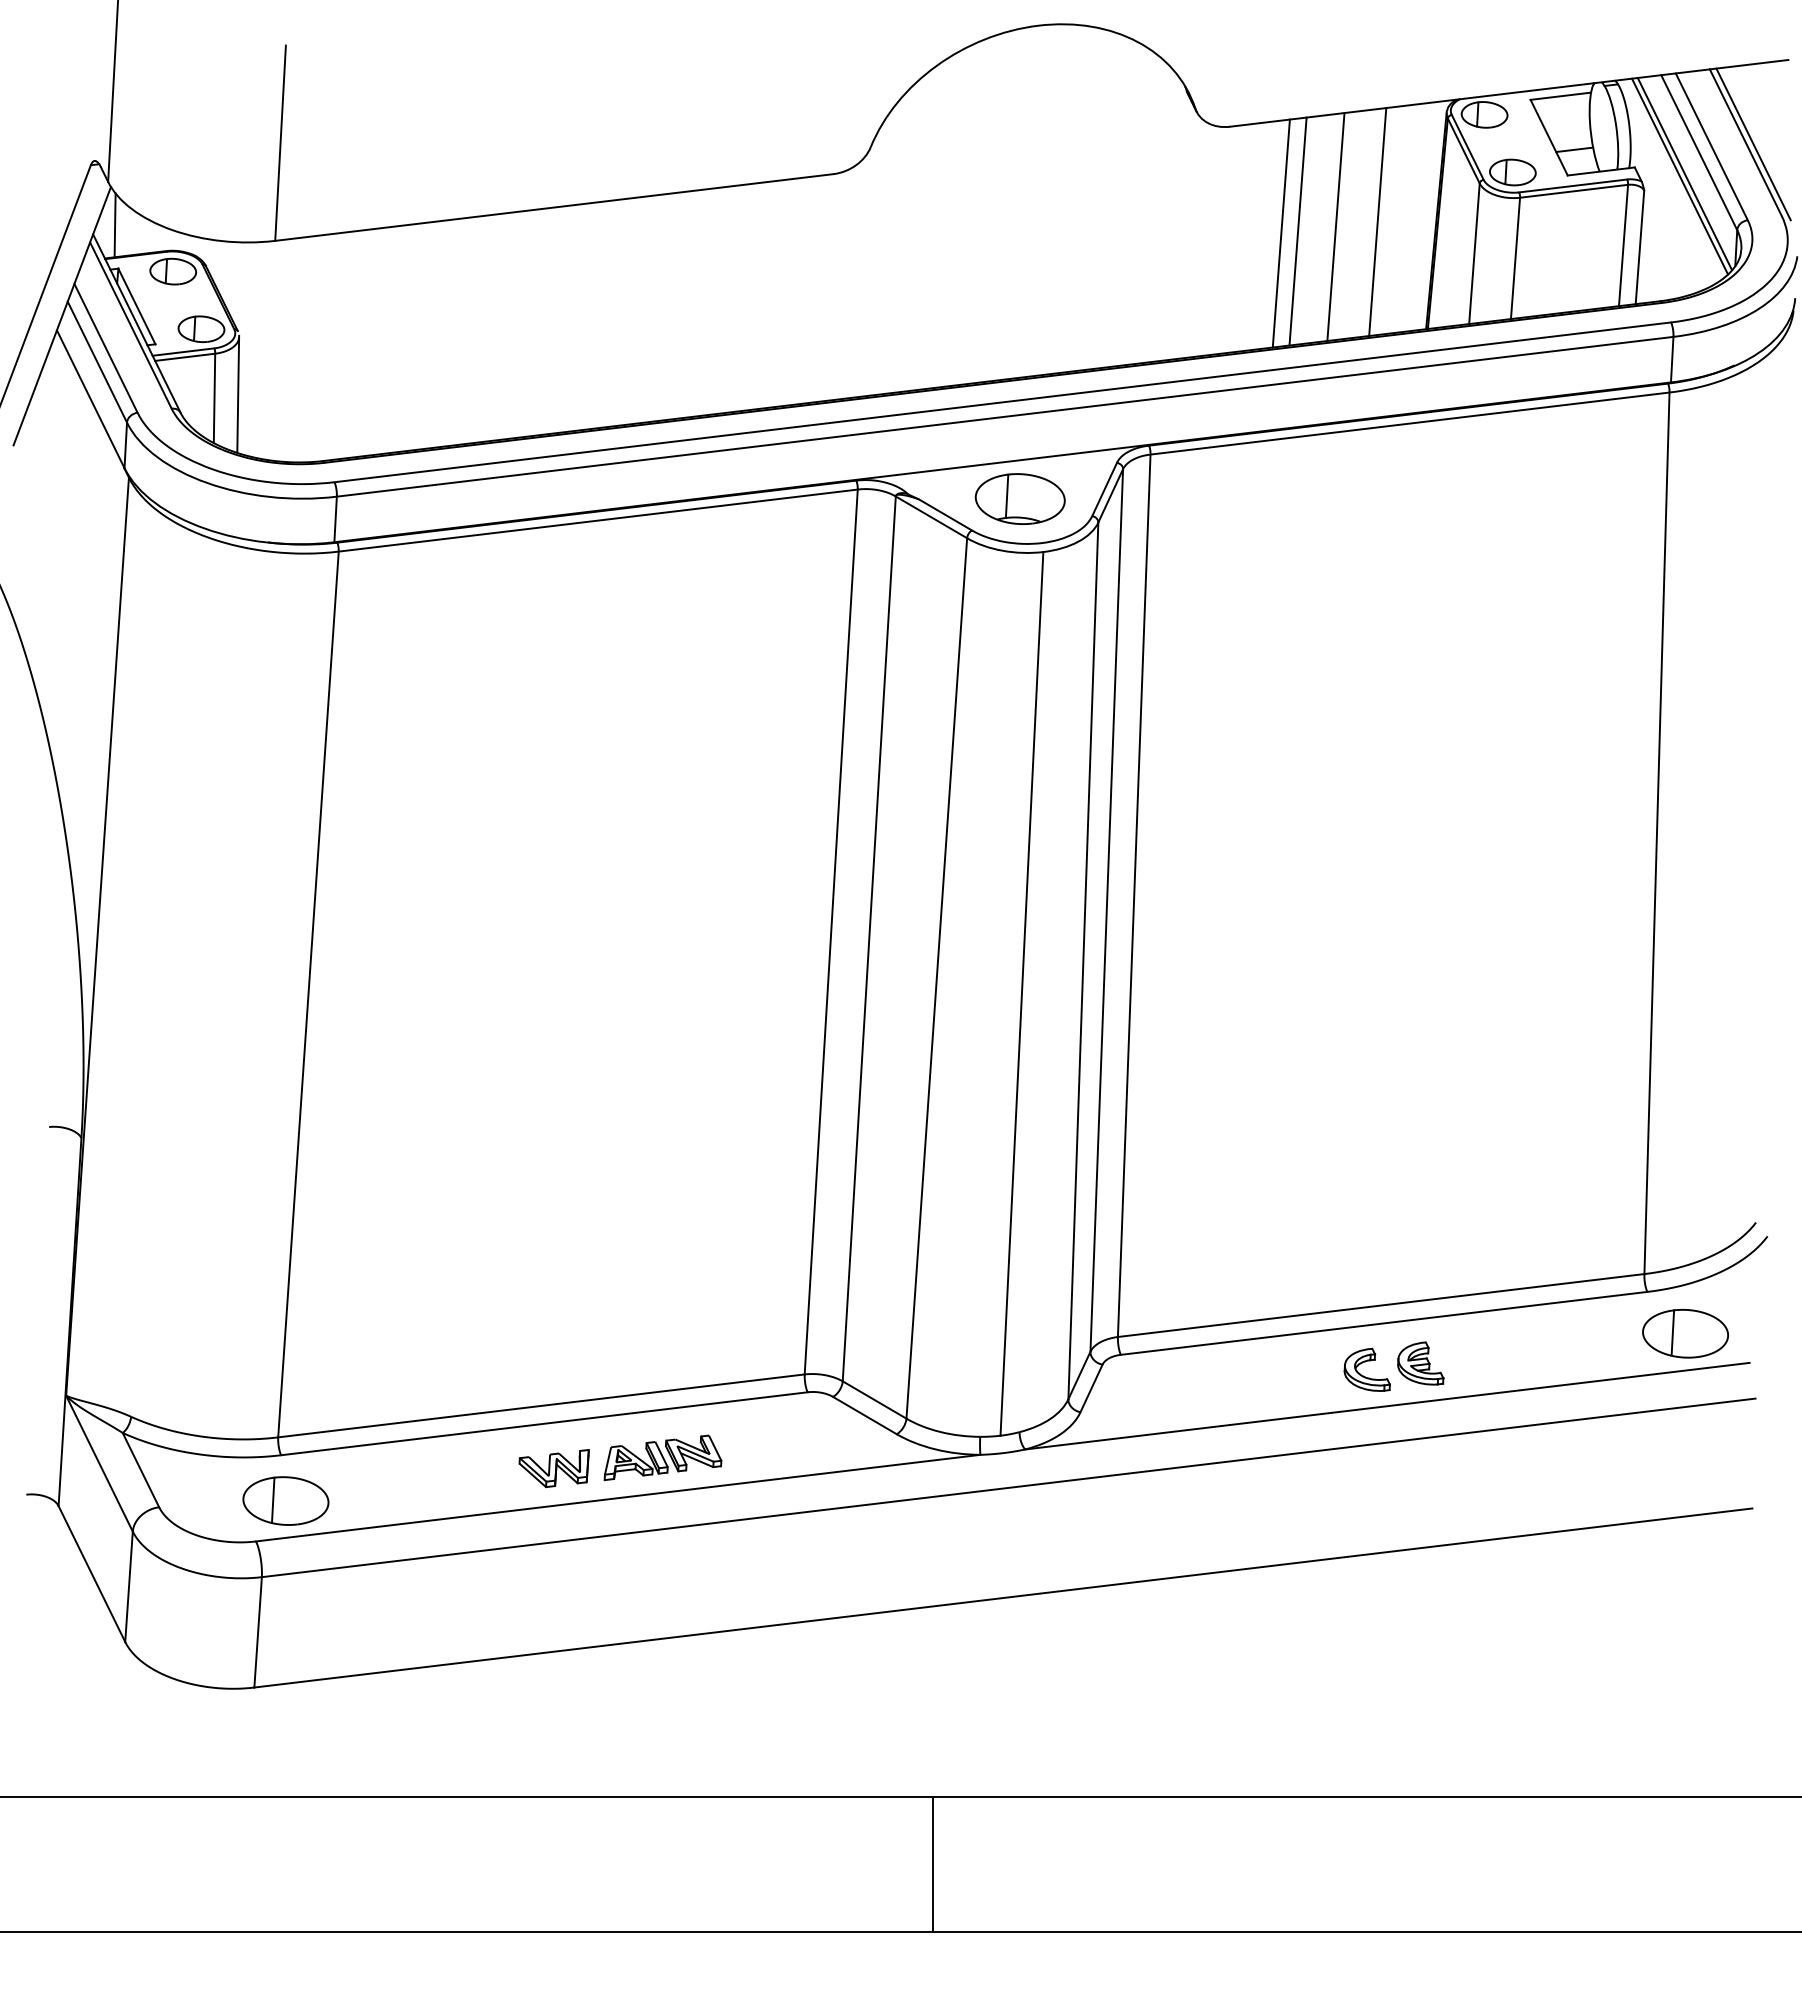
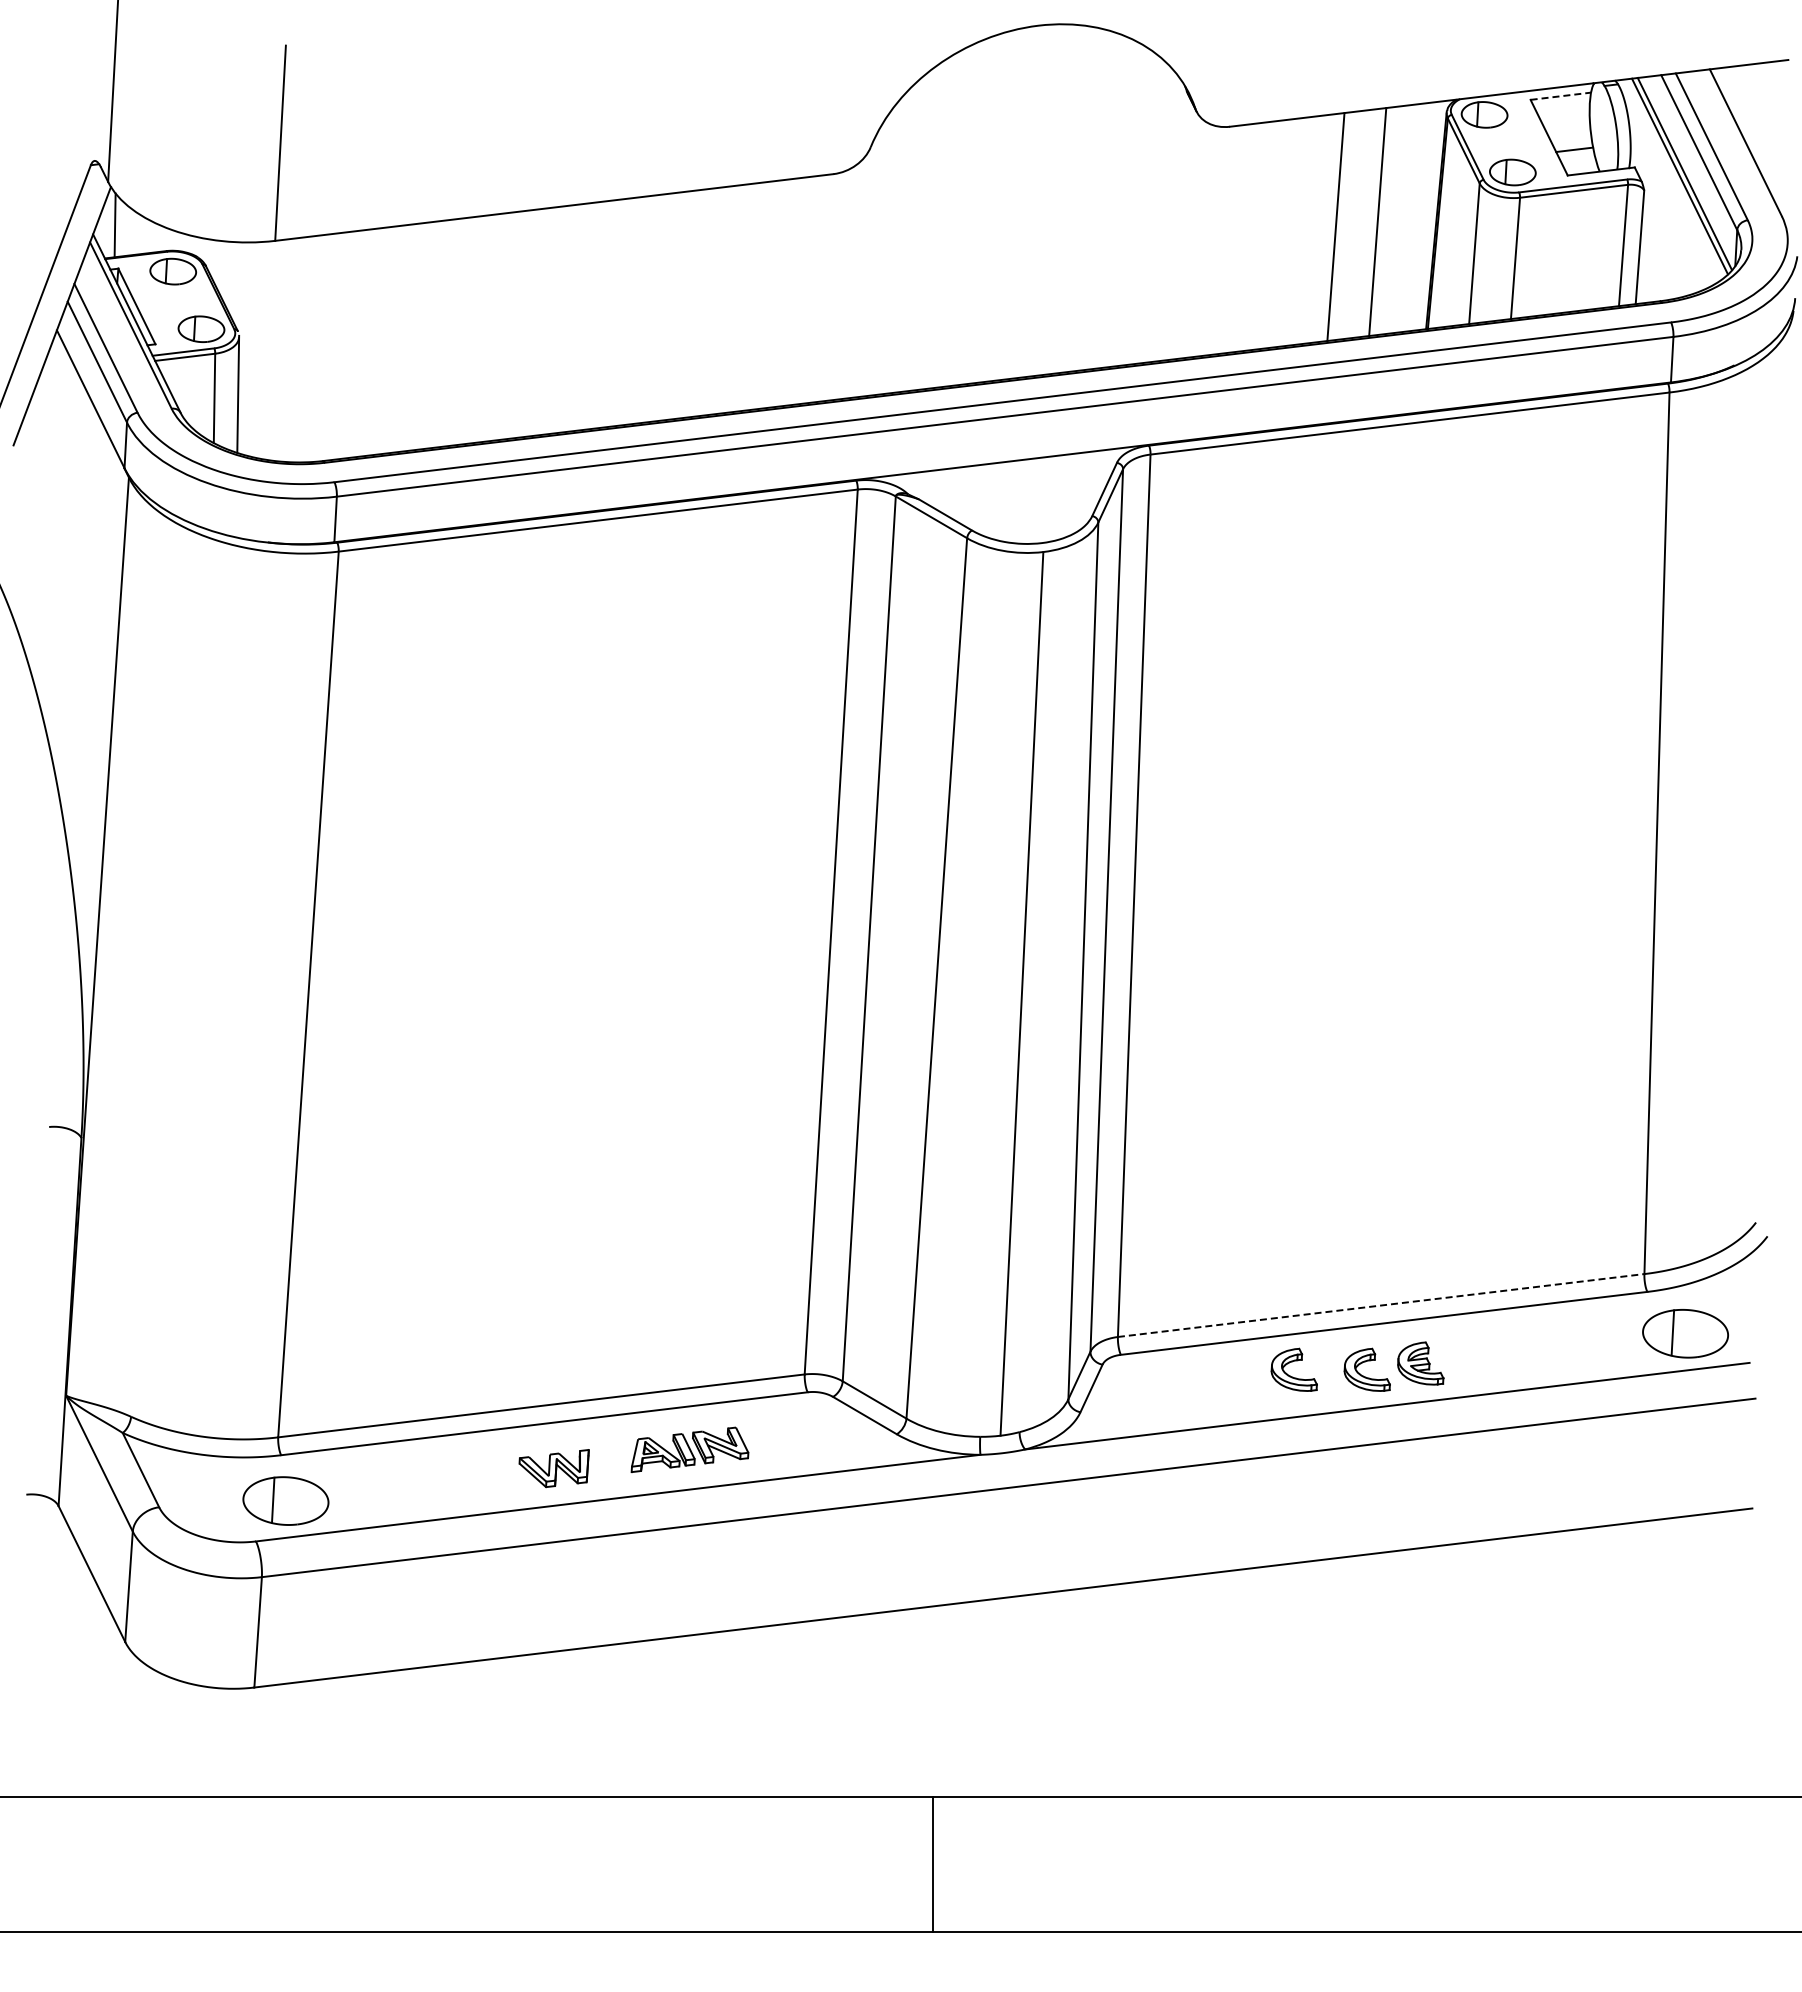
line at (1561, 96): solid -> dashed
line at (1753, 144): present -> none
line at (1297, 231): present -> none
line at (1280, 233): present -> none
part at (1019, 498): present -> none
line at (1381, 1305): solid -> dashed
part at (1290, 1375): none -> present
part at (662, 1457) position: (662, 1457) -> (689, 1449)
